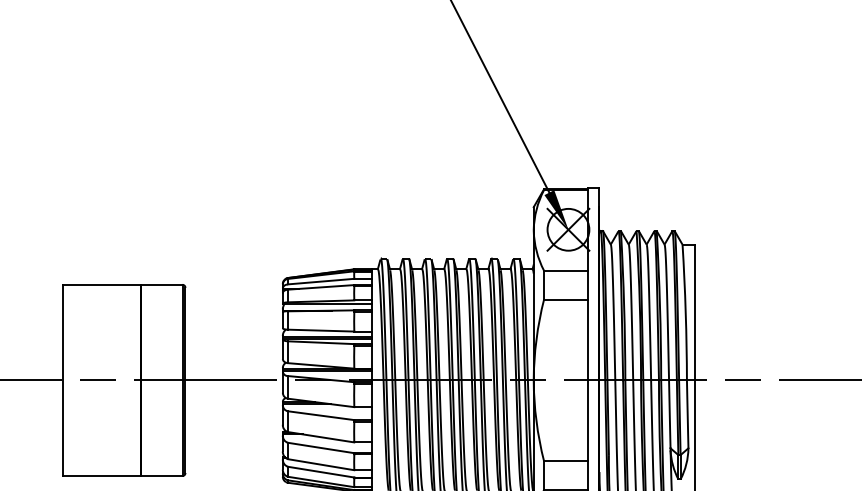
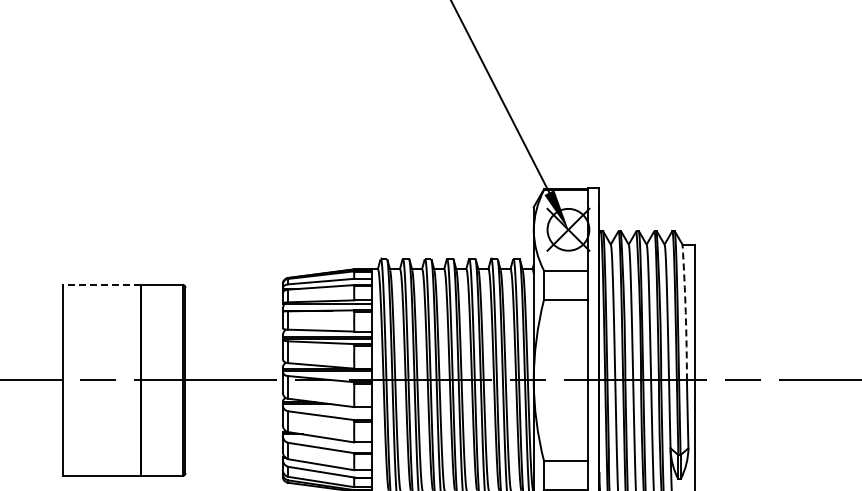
line at (102, 284): solid -> dashed
arc at (685, 312): solid -> dashed
